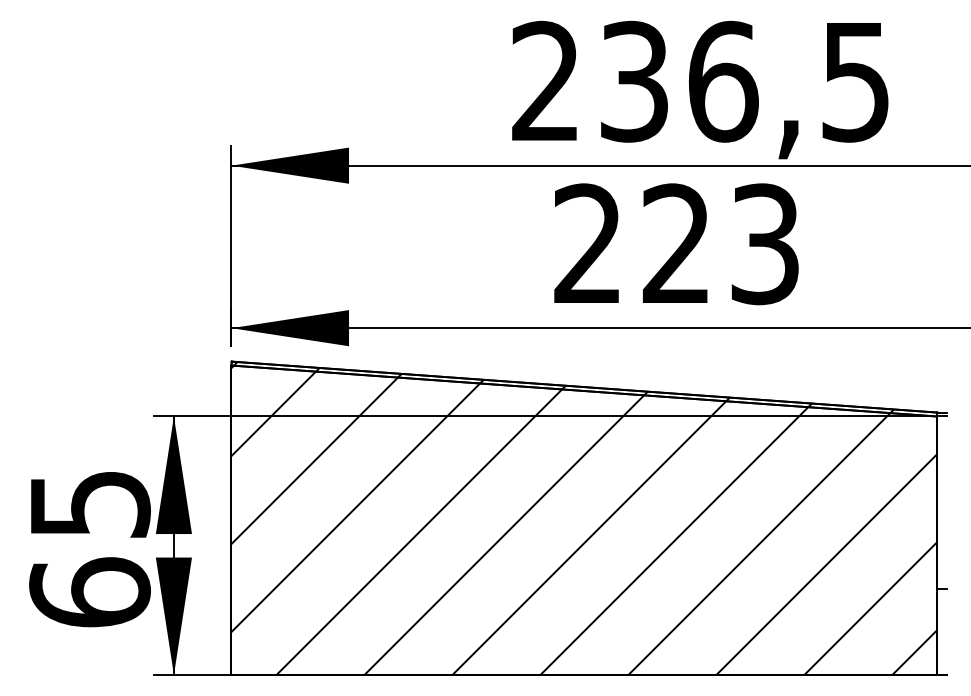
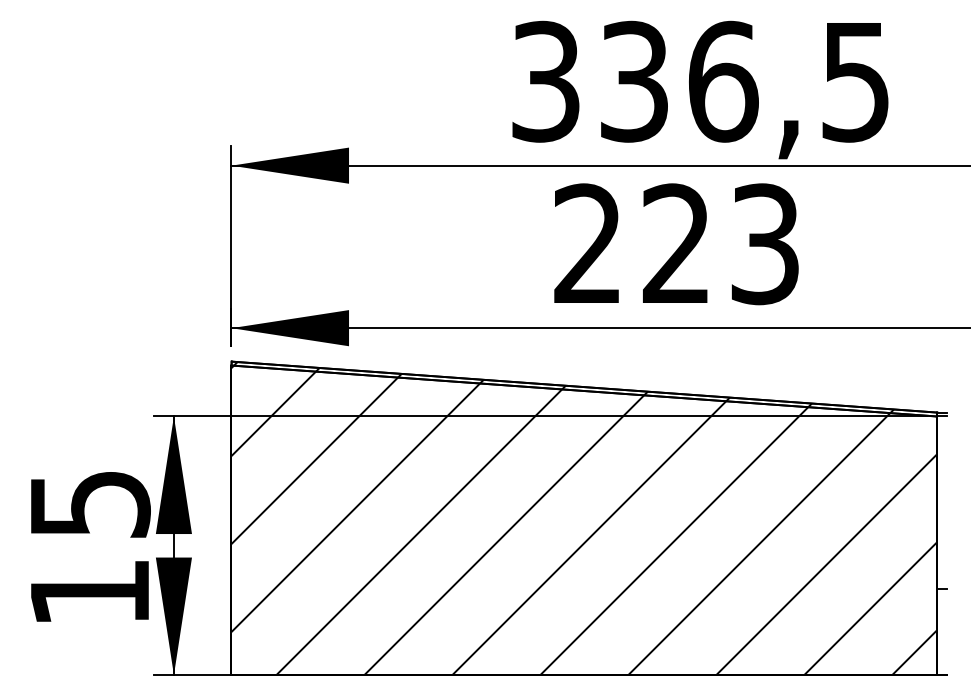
text at (545, 81): 236,5 -> 336,5
text at (89, 592): 65 -> 15
